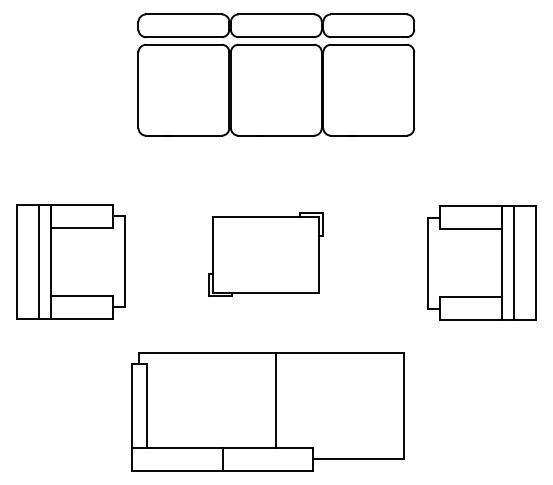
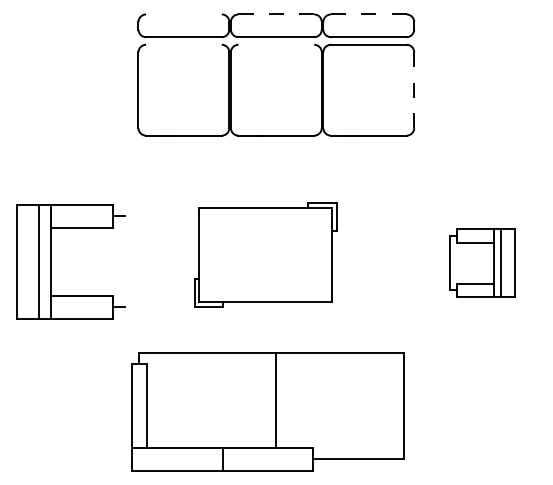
line at (183, 14): present -> none
line at (276, 14): solid -> dashed
line at (368, 14): solid -> dashed
line at (183, 44): present -> none
line at (276, 44): present -> none
line at (414, 90): solid -> dashed
part at (265, 254) size: 116x85 px -> 144x106 px
line at (124, 261): present -> none
part at (481, 262) size: 110x116 px -> 67x70 px
